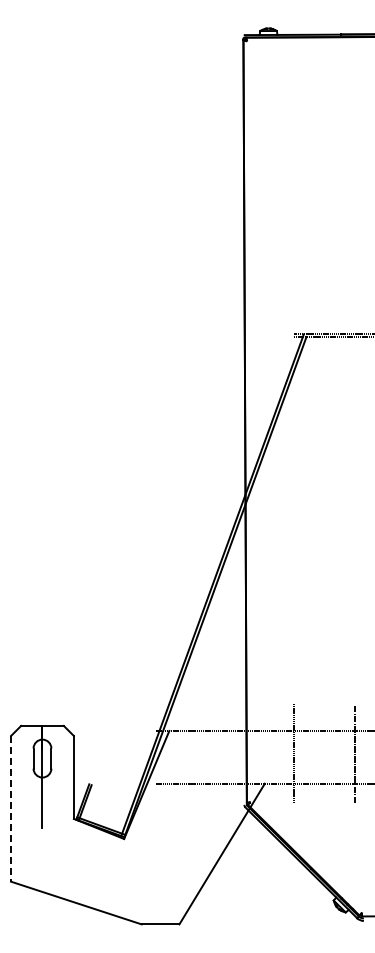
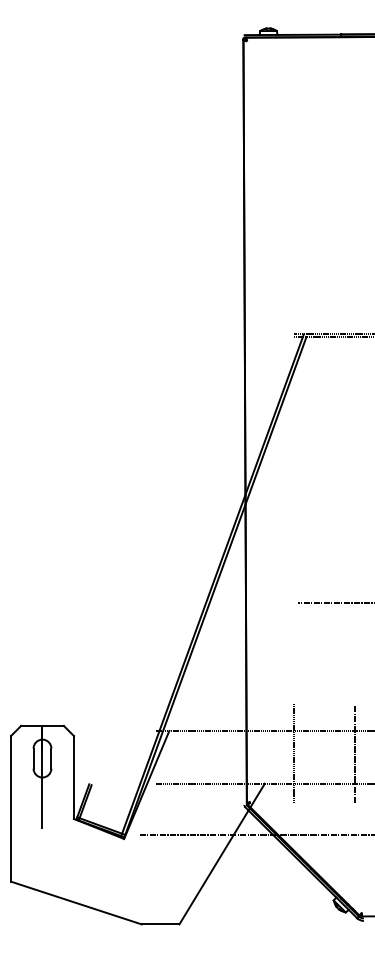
line at (334, 603): none -> present
line at (11, 808): dashed -> solid
line at (254, 835): none -> present
